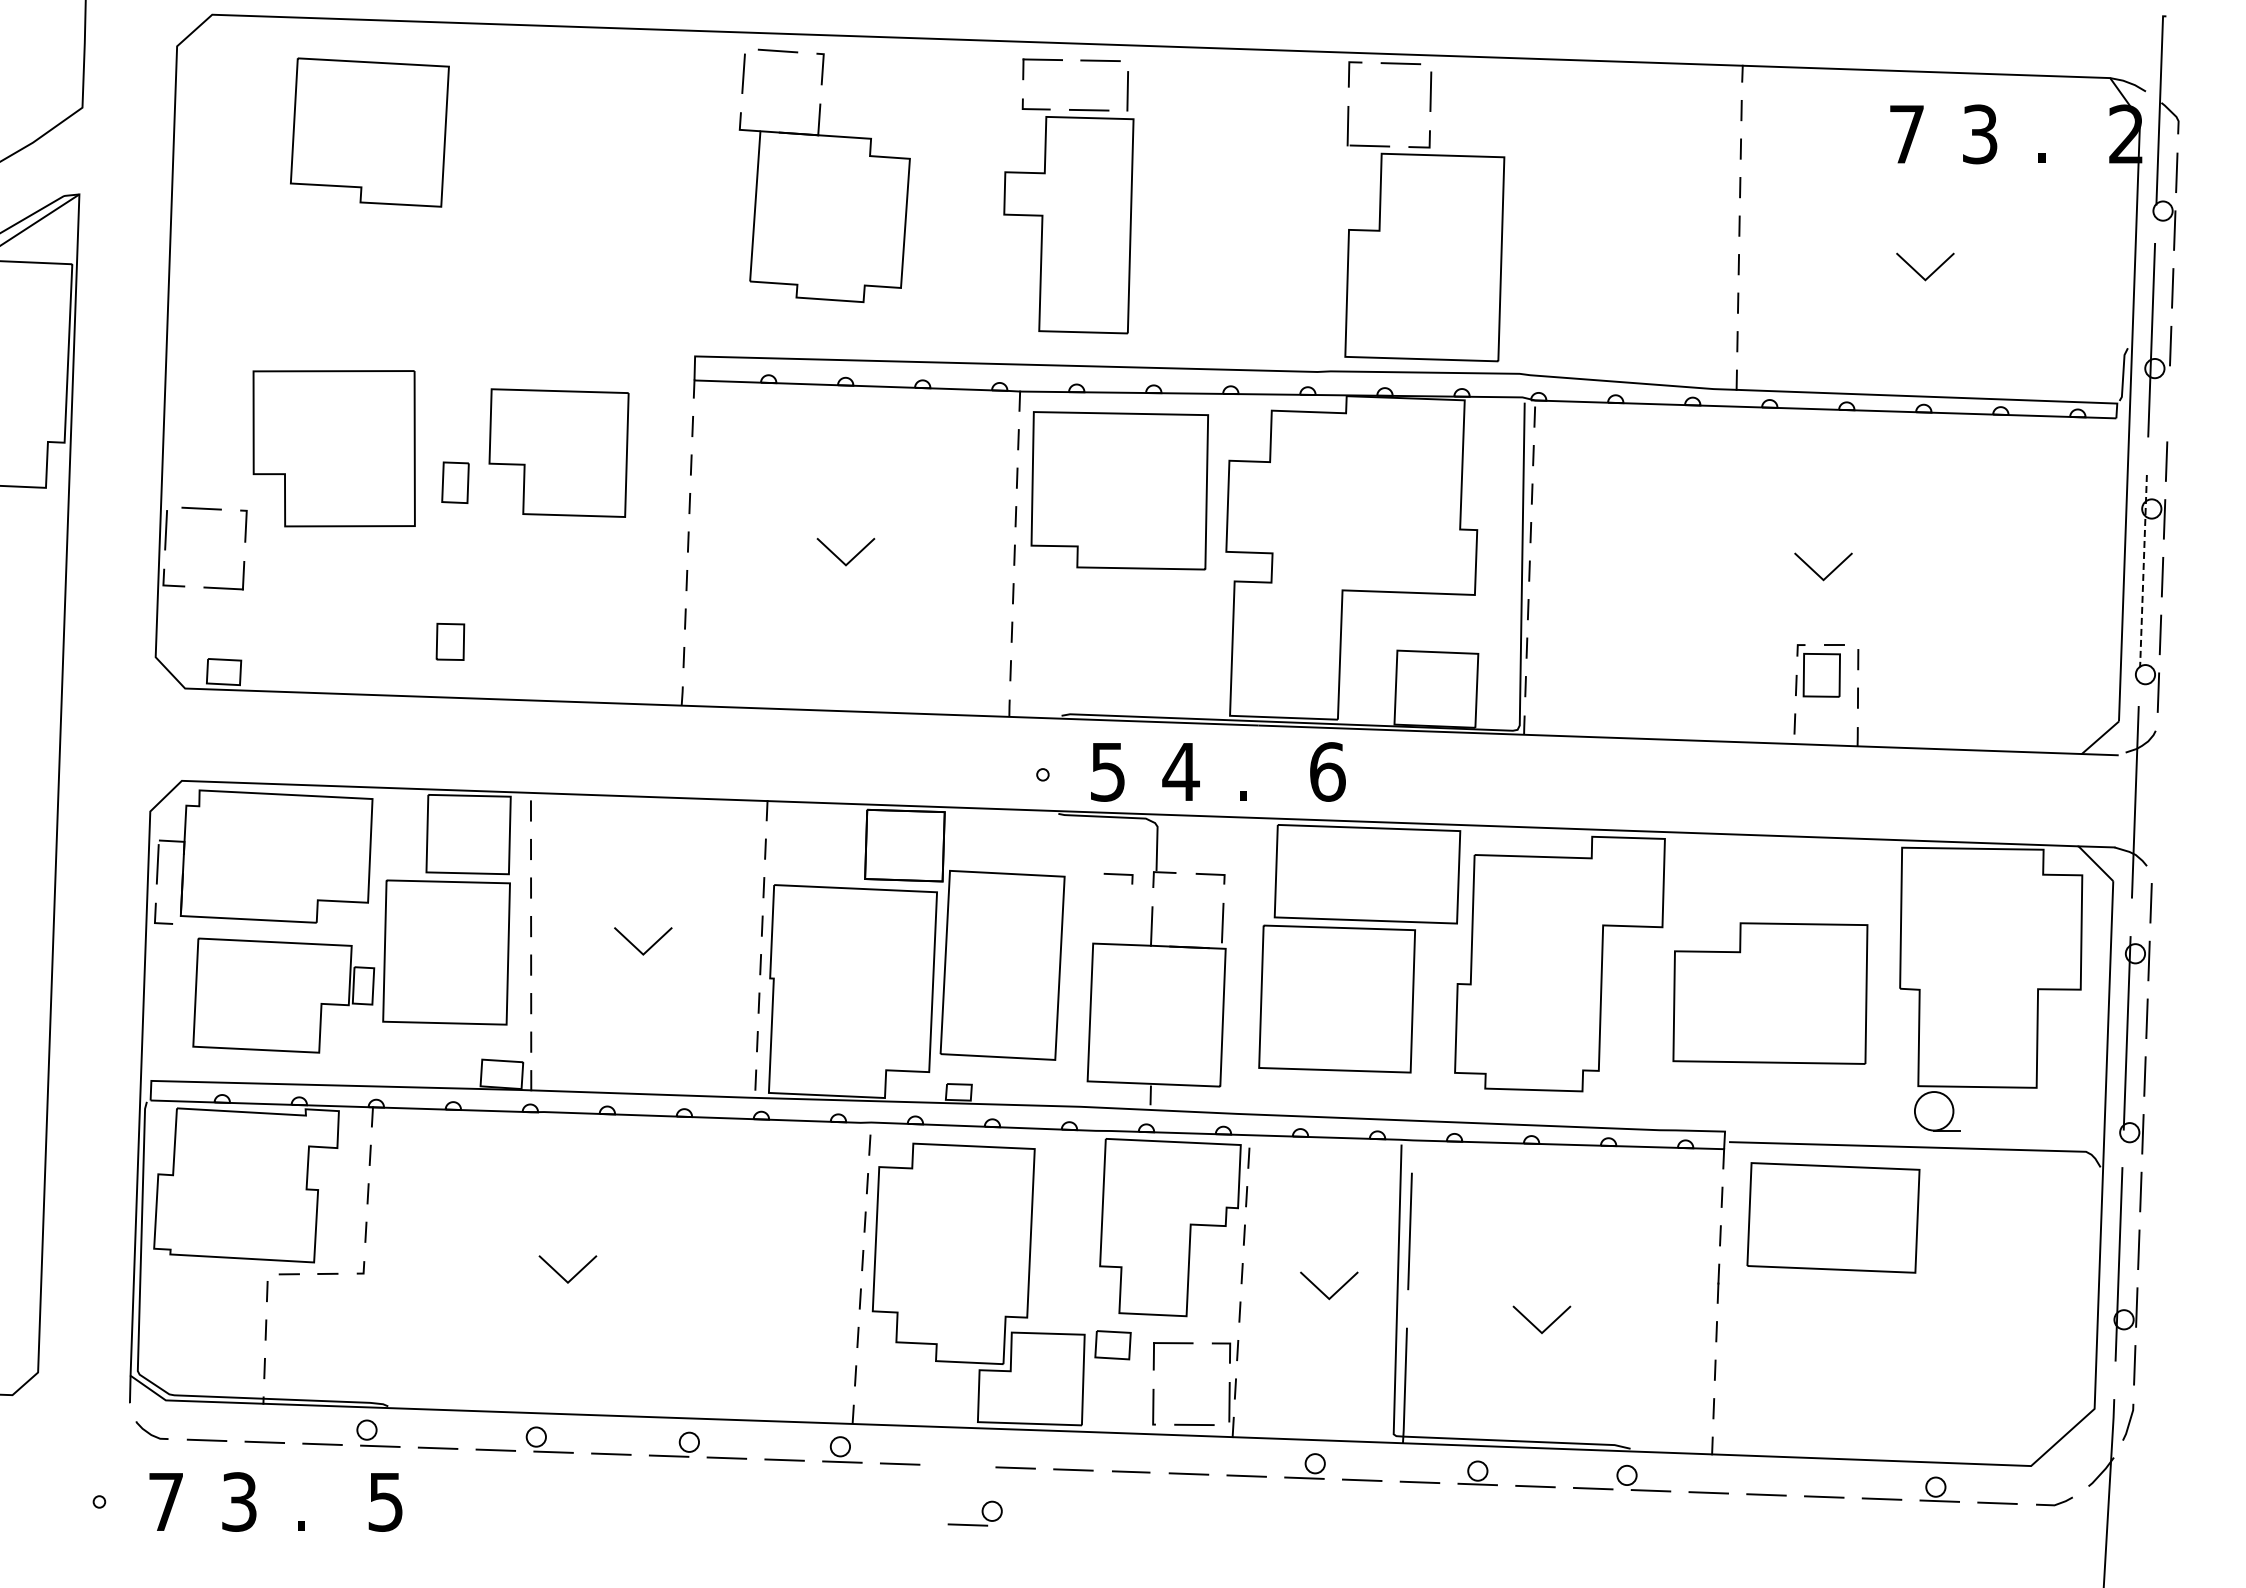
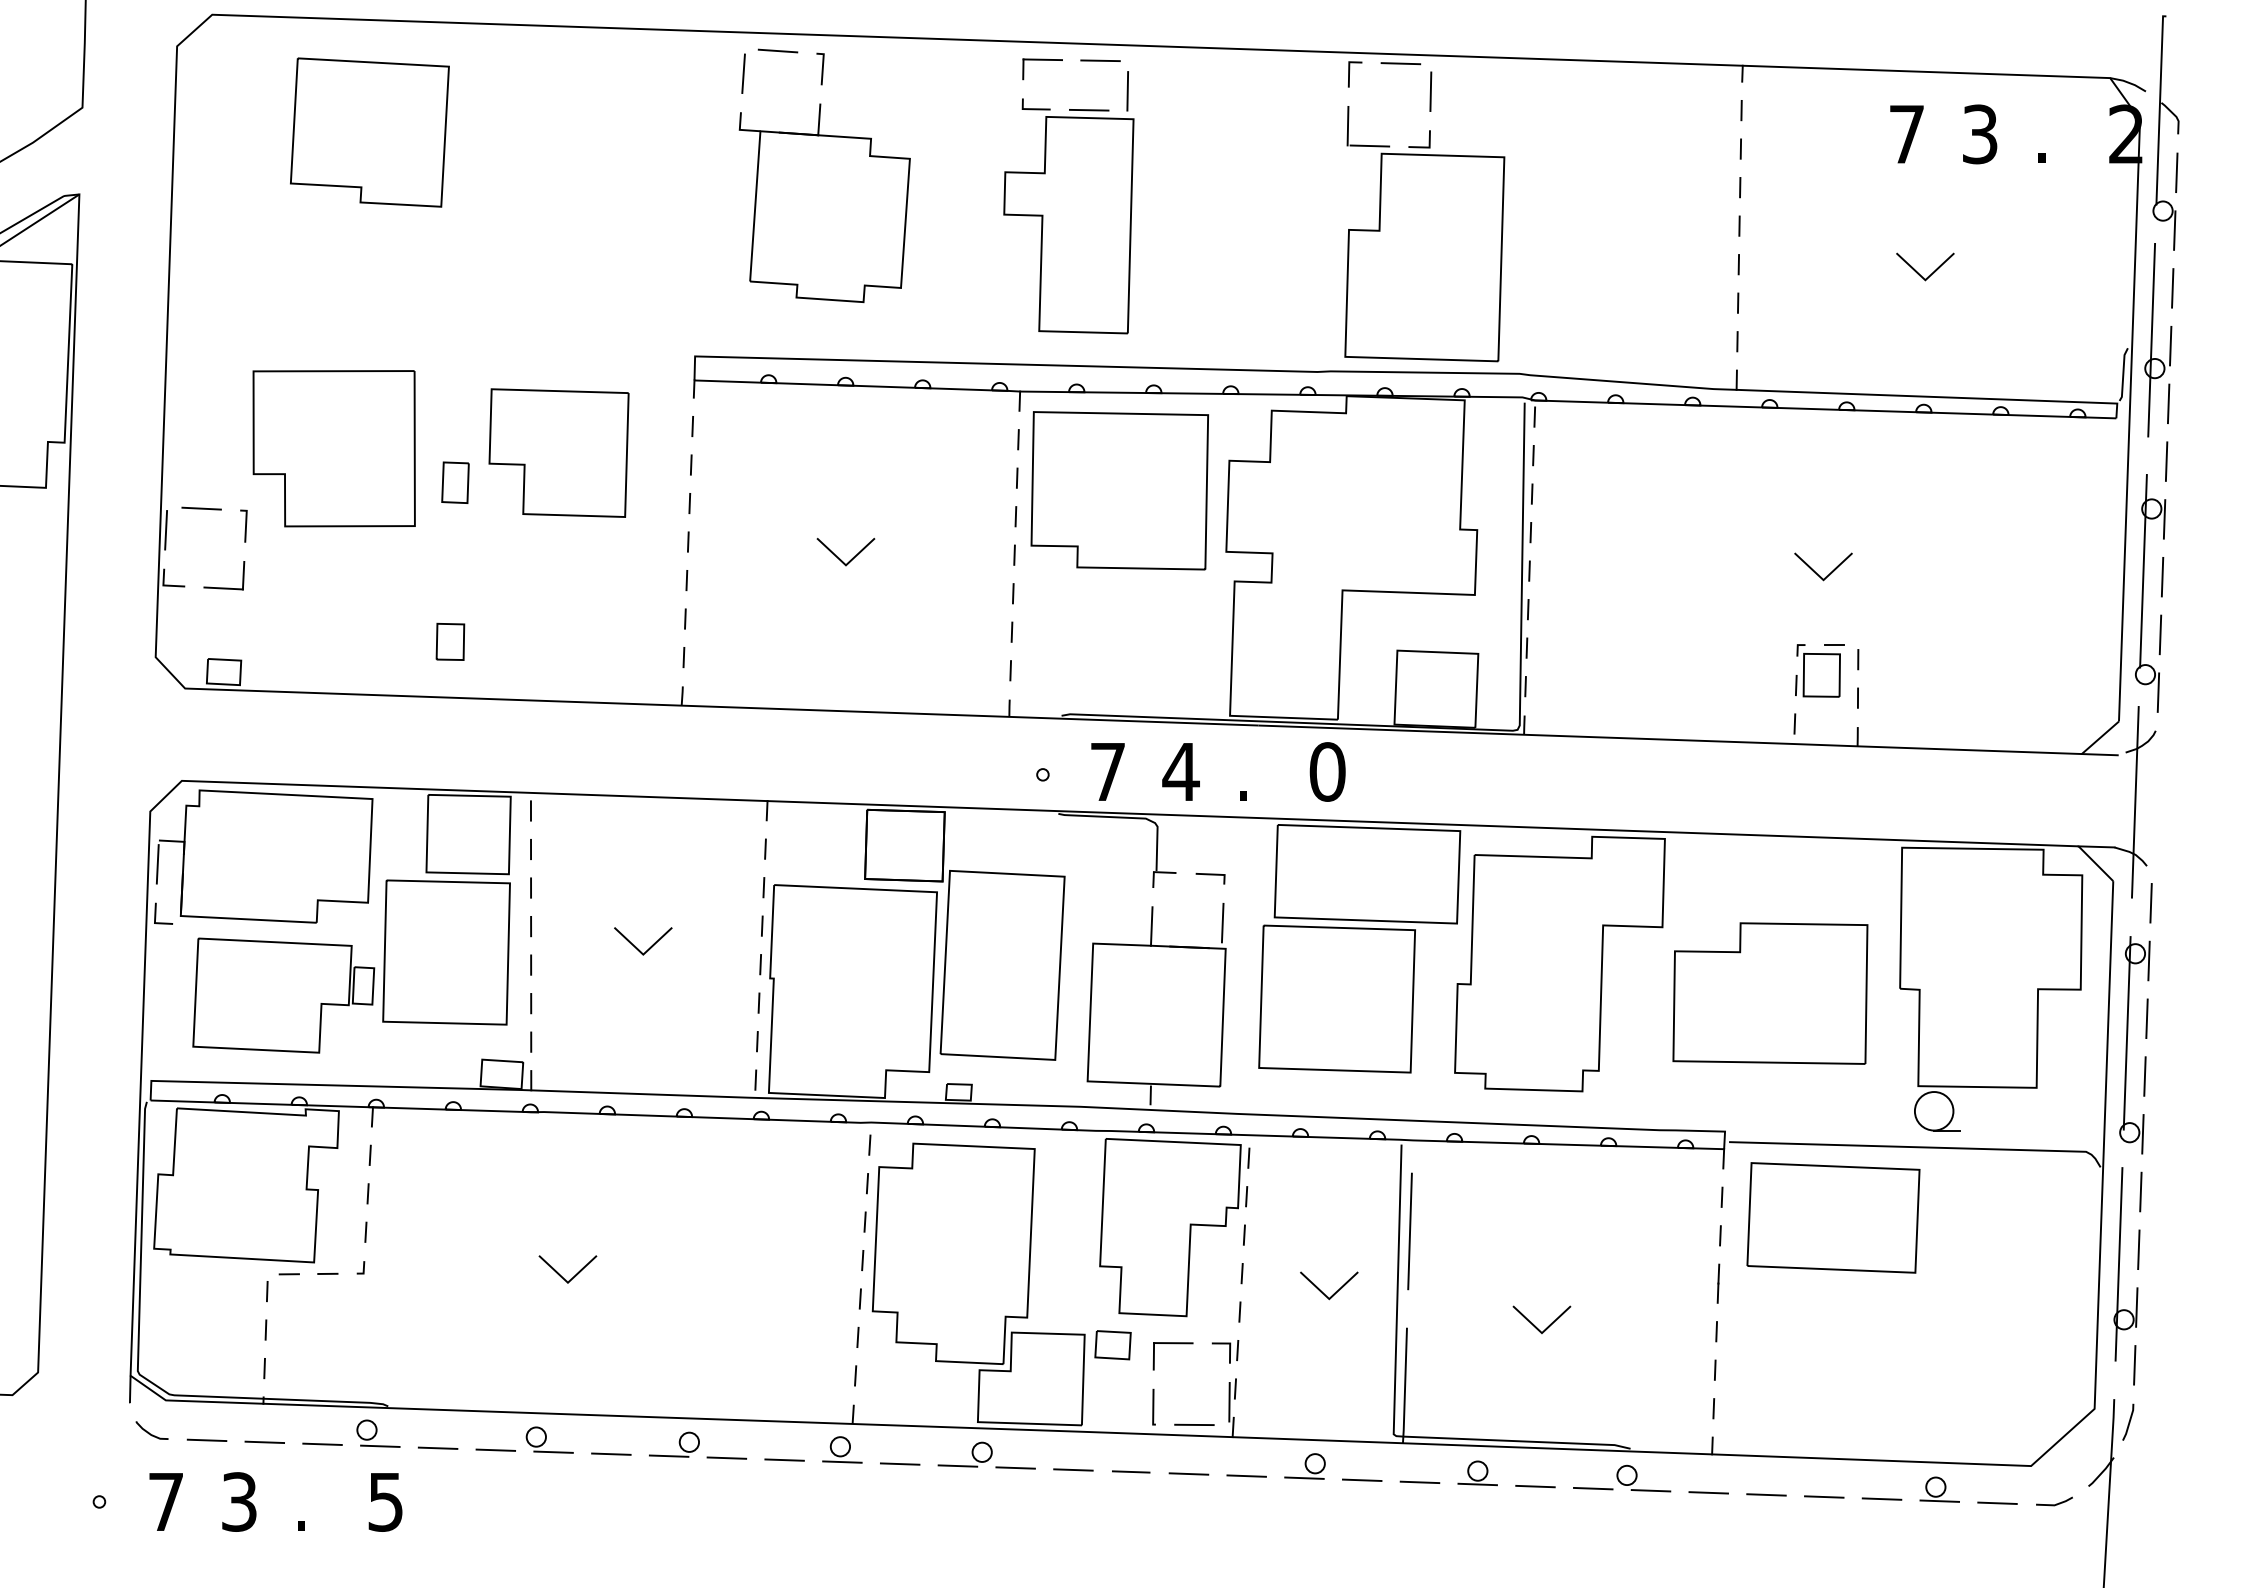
line at (2168, 403): none -> present
line at (2143, 571): dashed -> solid
text at (1327, 771): 6 -> 0
text at (1107, 772): 5 -> 7
line at (1118, 875): present -> none
part at (981, 1512) position: (981, 1512) -> (971, 1453)
